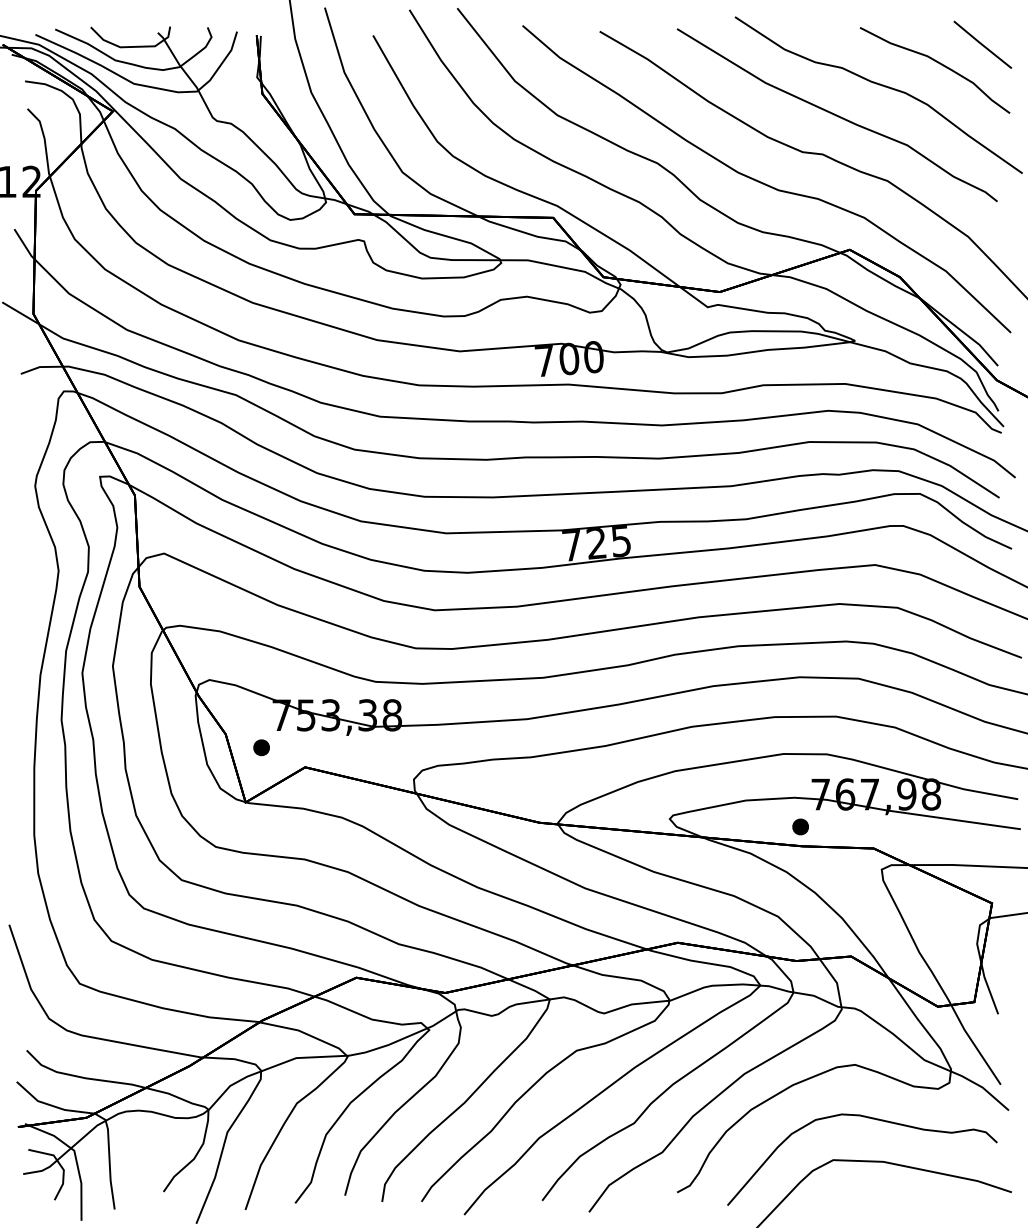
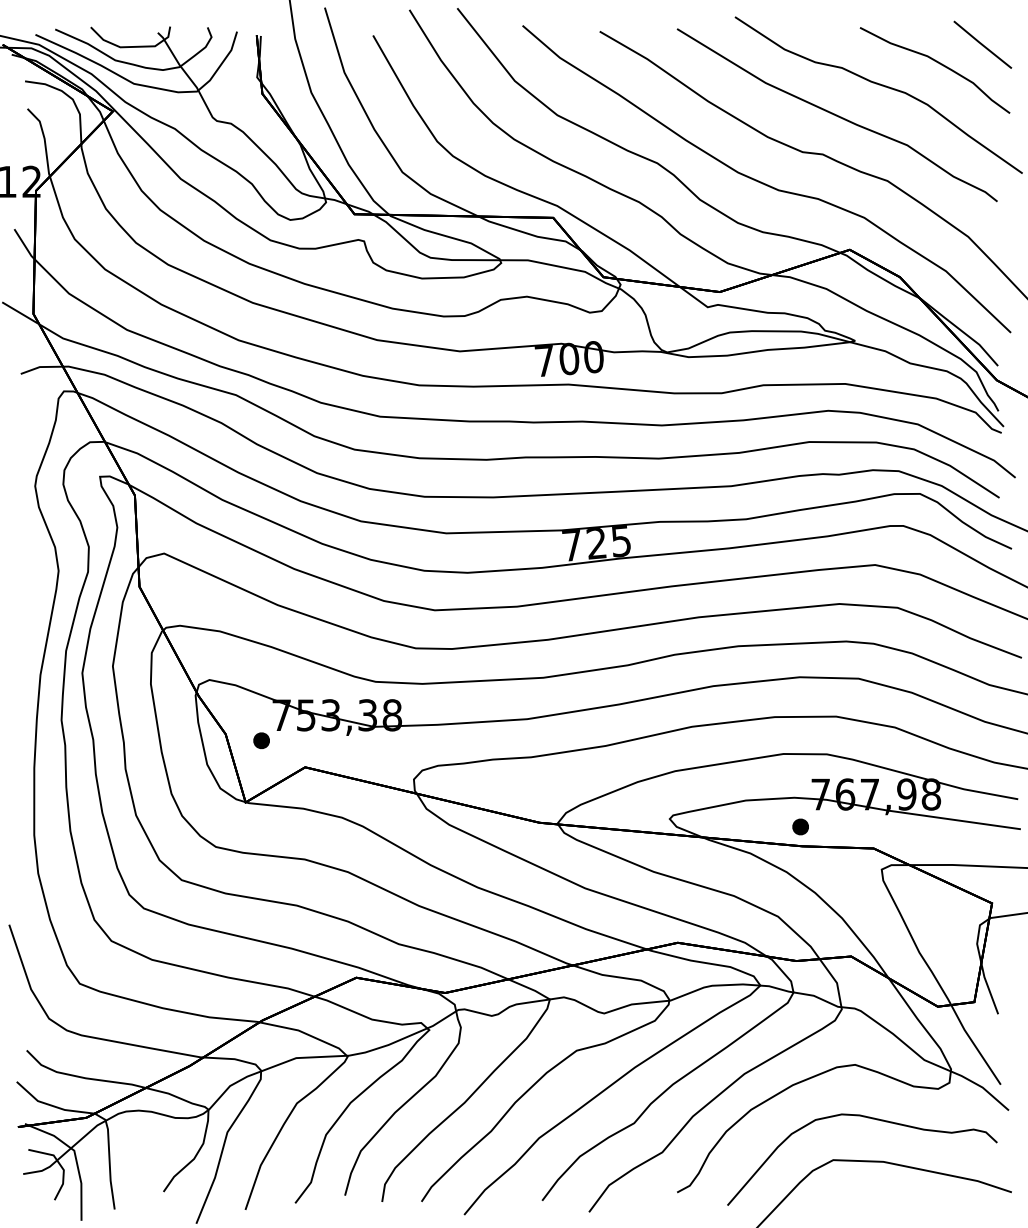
part at (261, 747) position: (261, 747) -> (261, 740)
